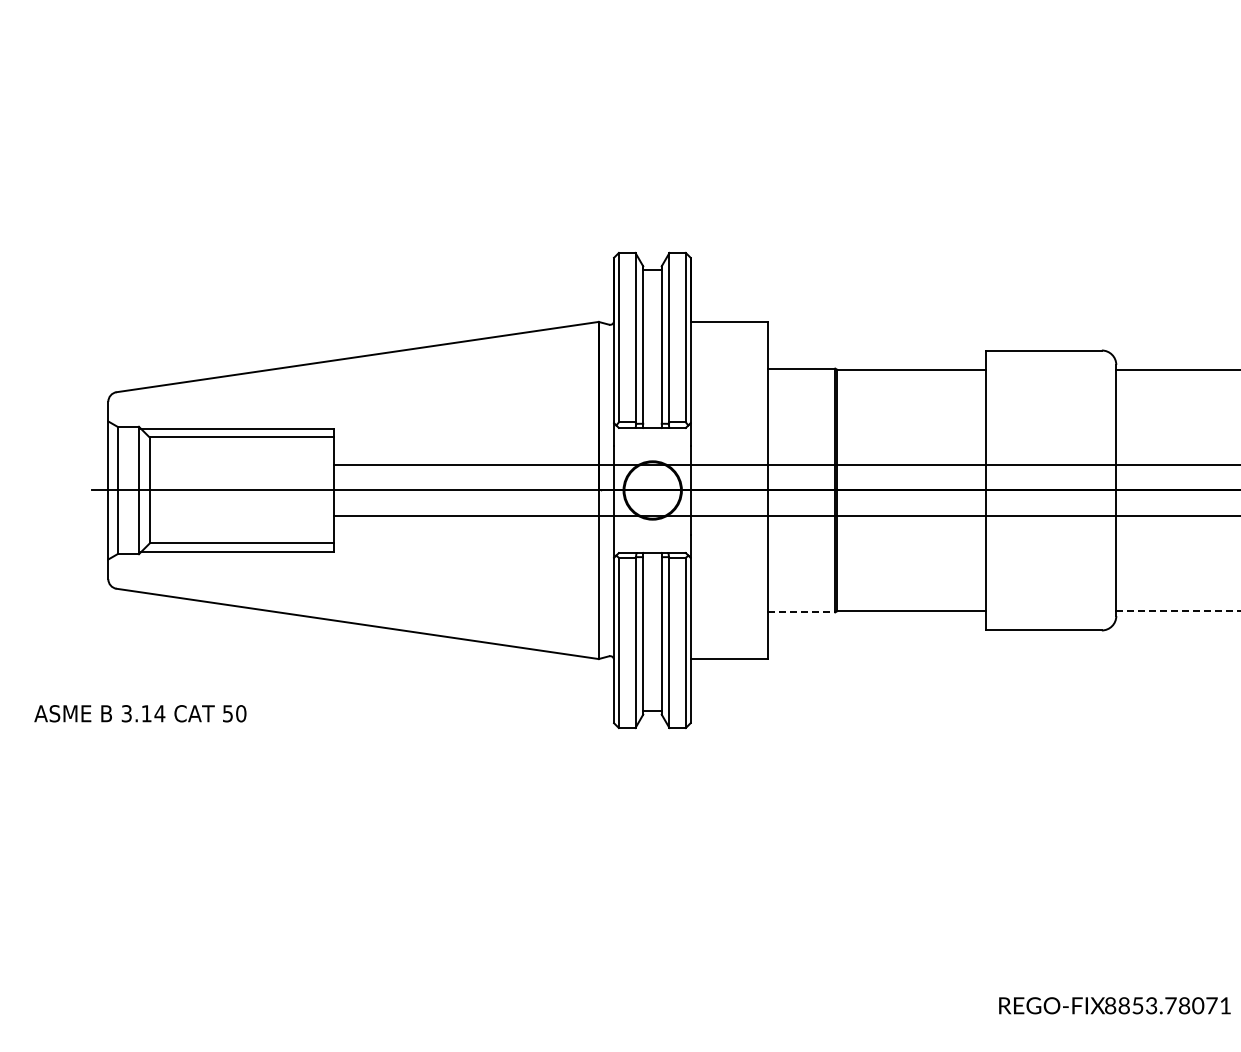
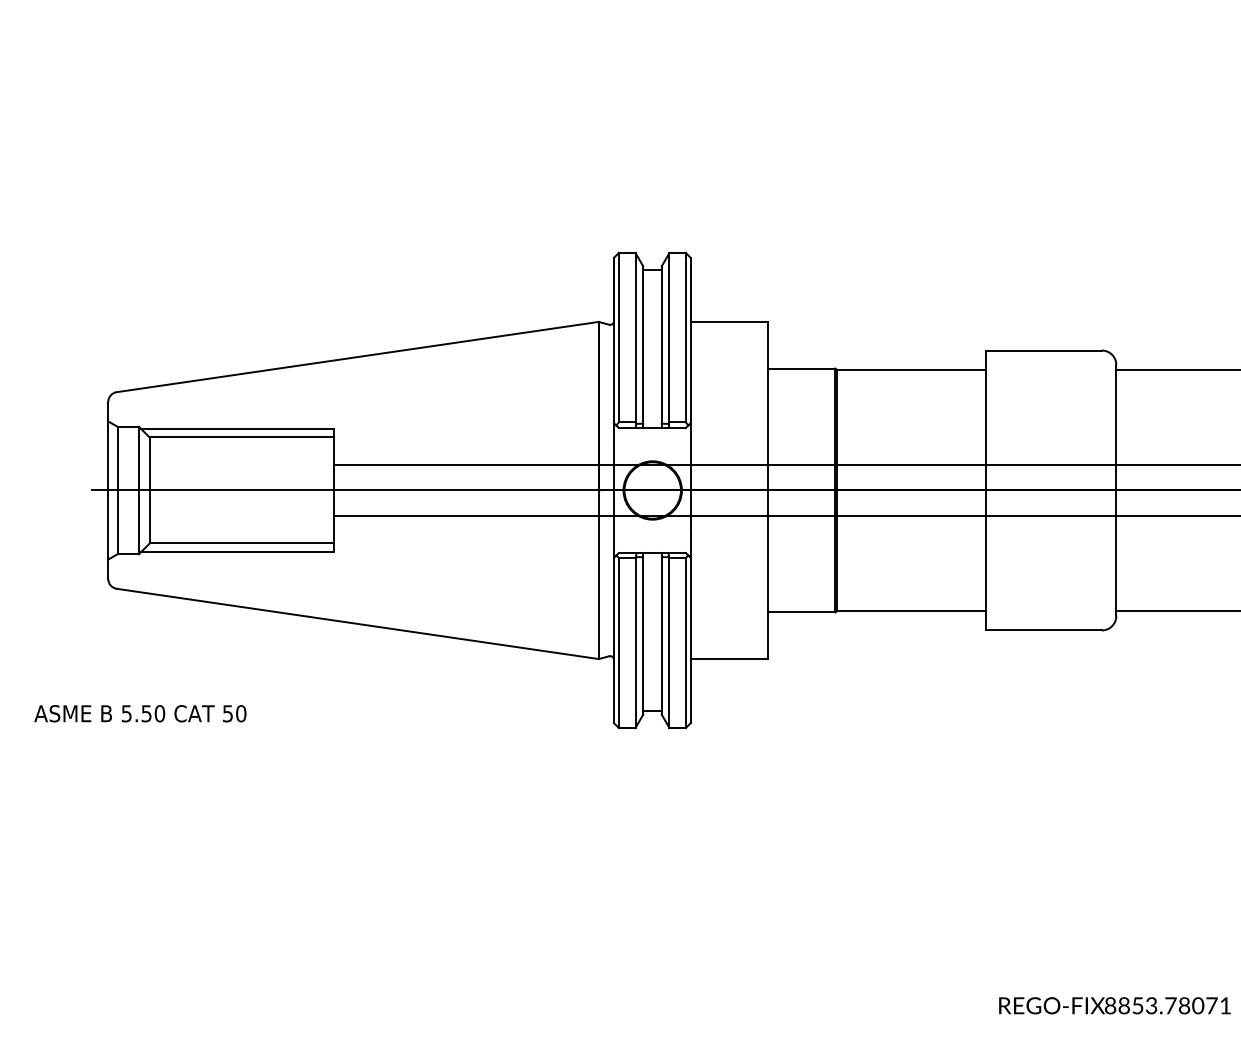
line at (1178, 611): dashed -> solid
line at (801, 612): dashed -> solid
text at (143, 713): 3.14 -> 5.50
